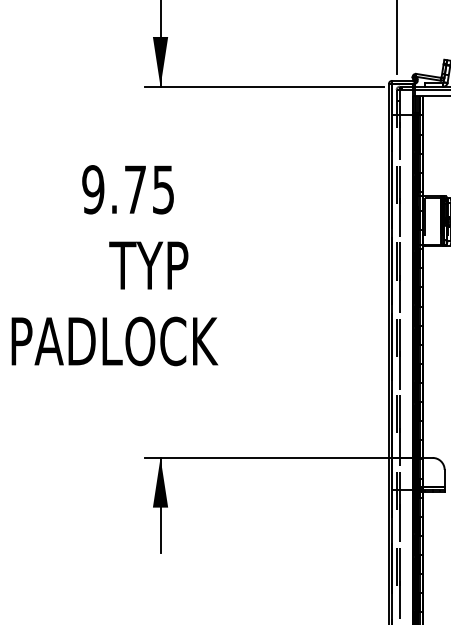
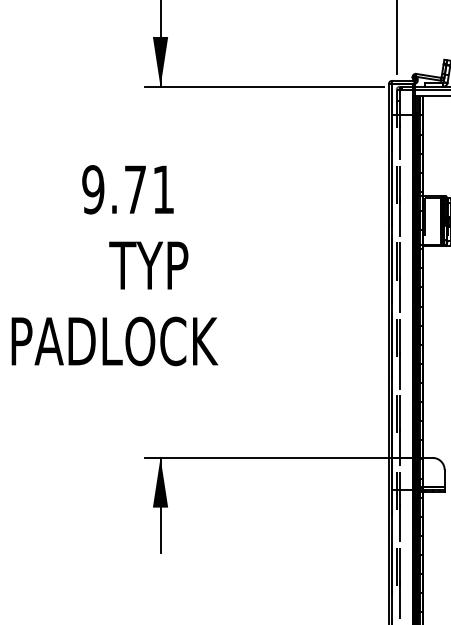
text at (163, 189): 9.75 -> 9.71
